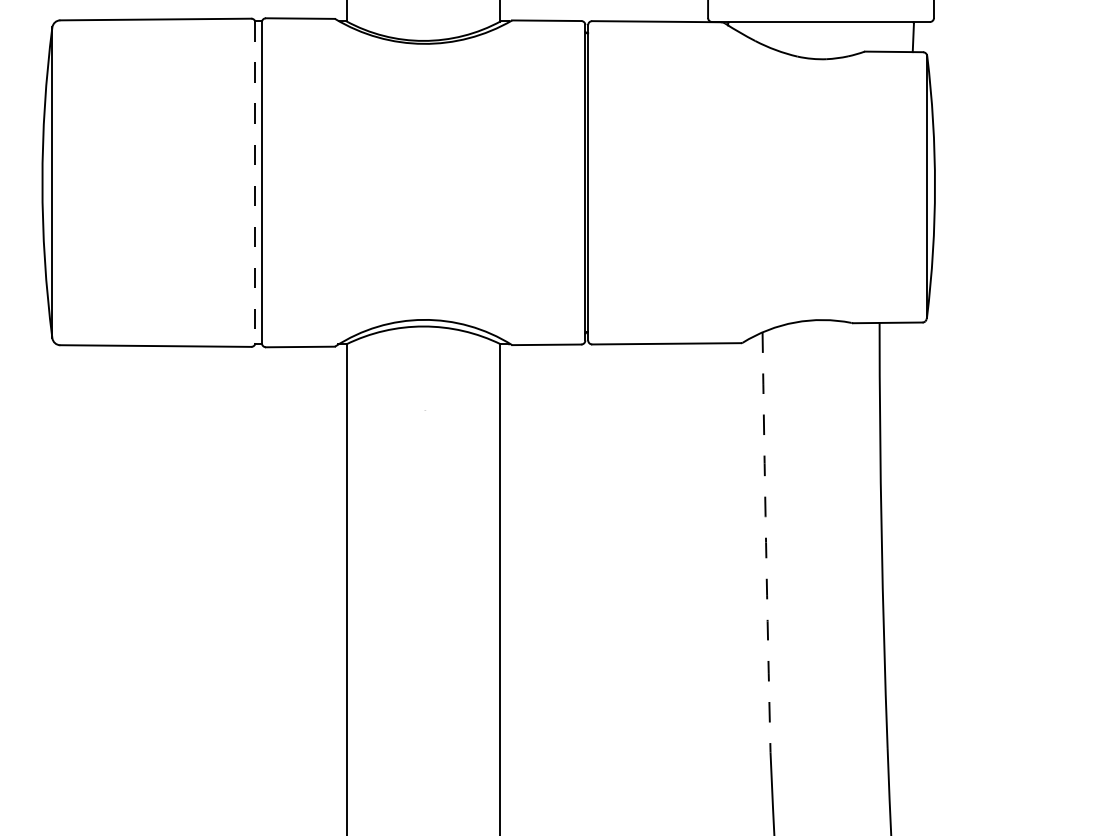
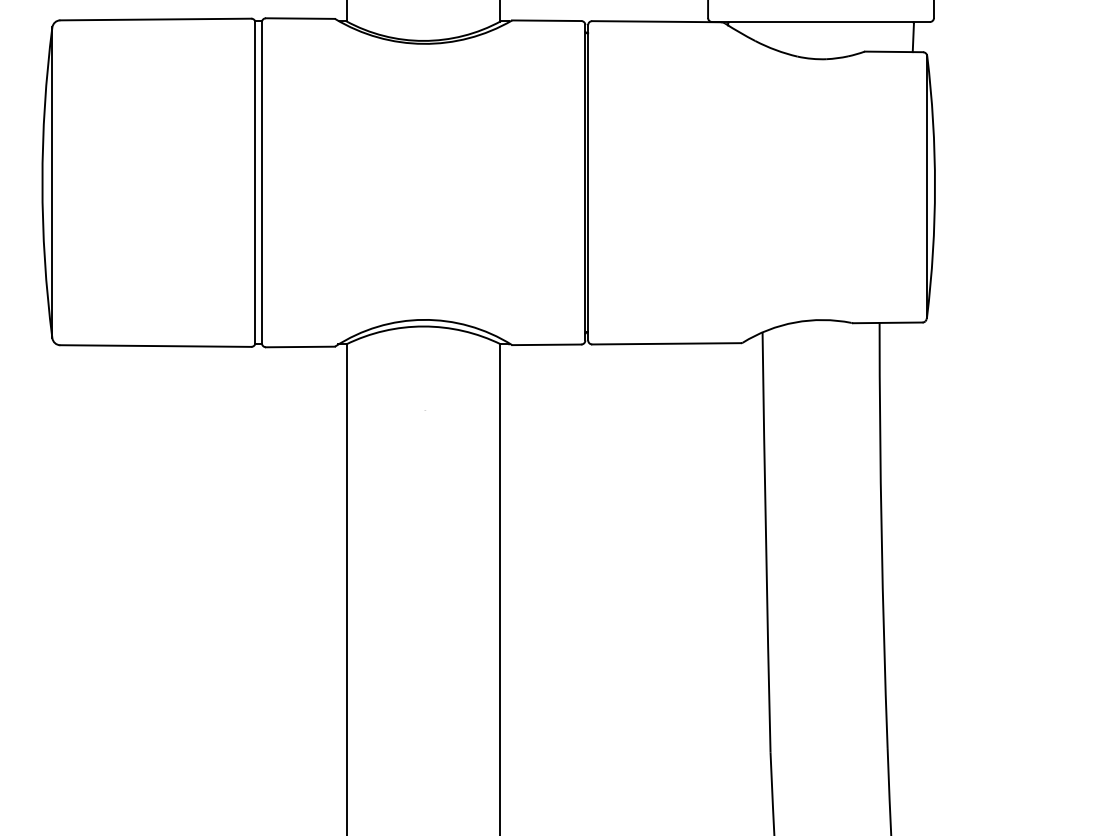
line at (255, 182): dashed -> solid
arc at (766, 542): dashed -> solid
